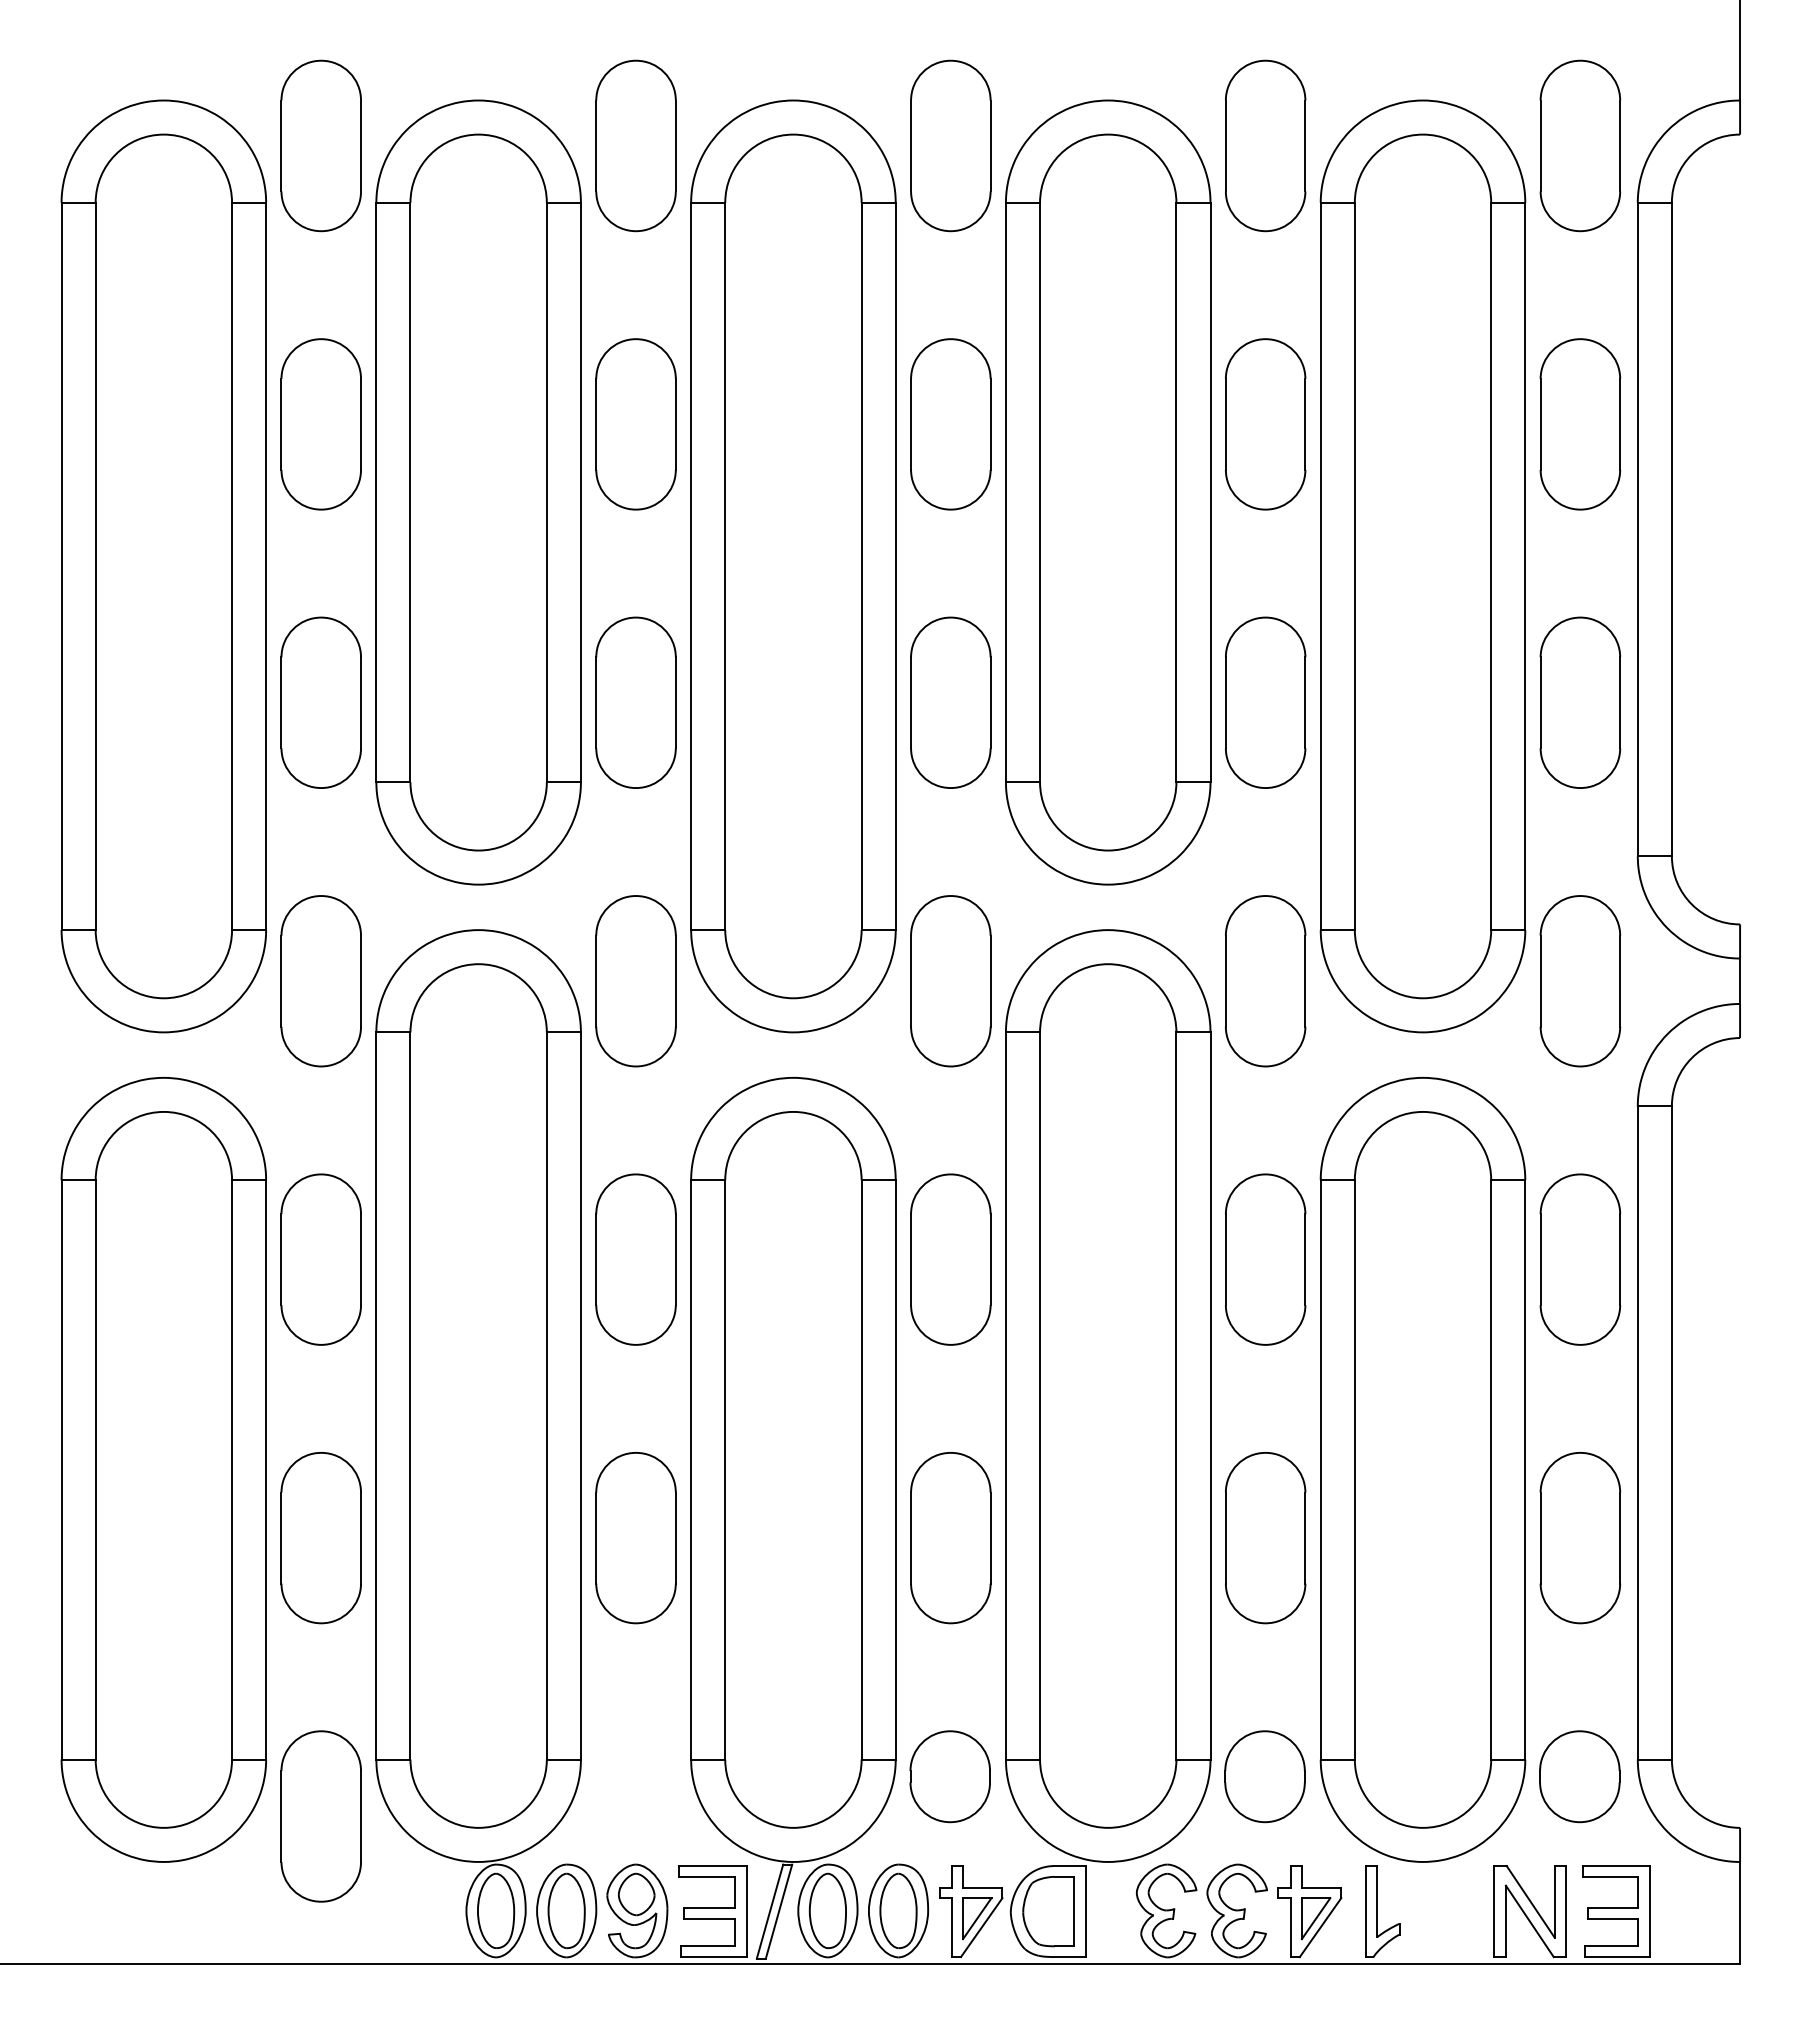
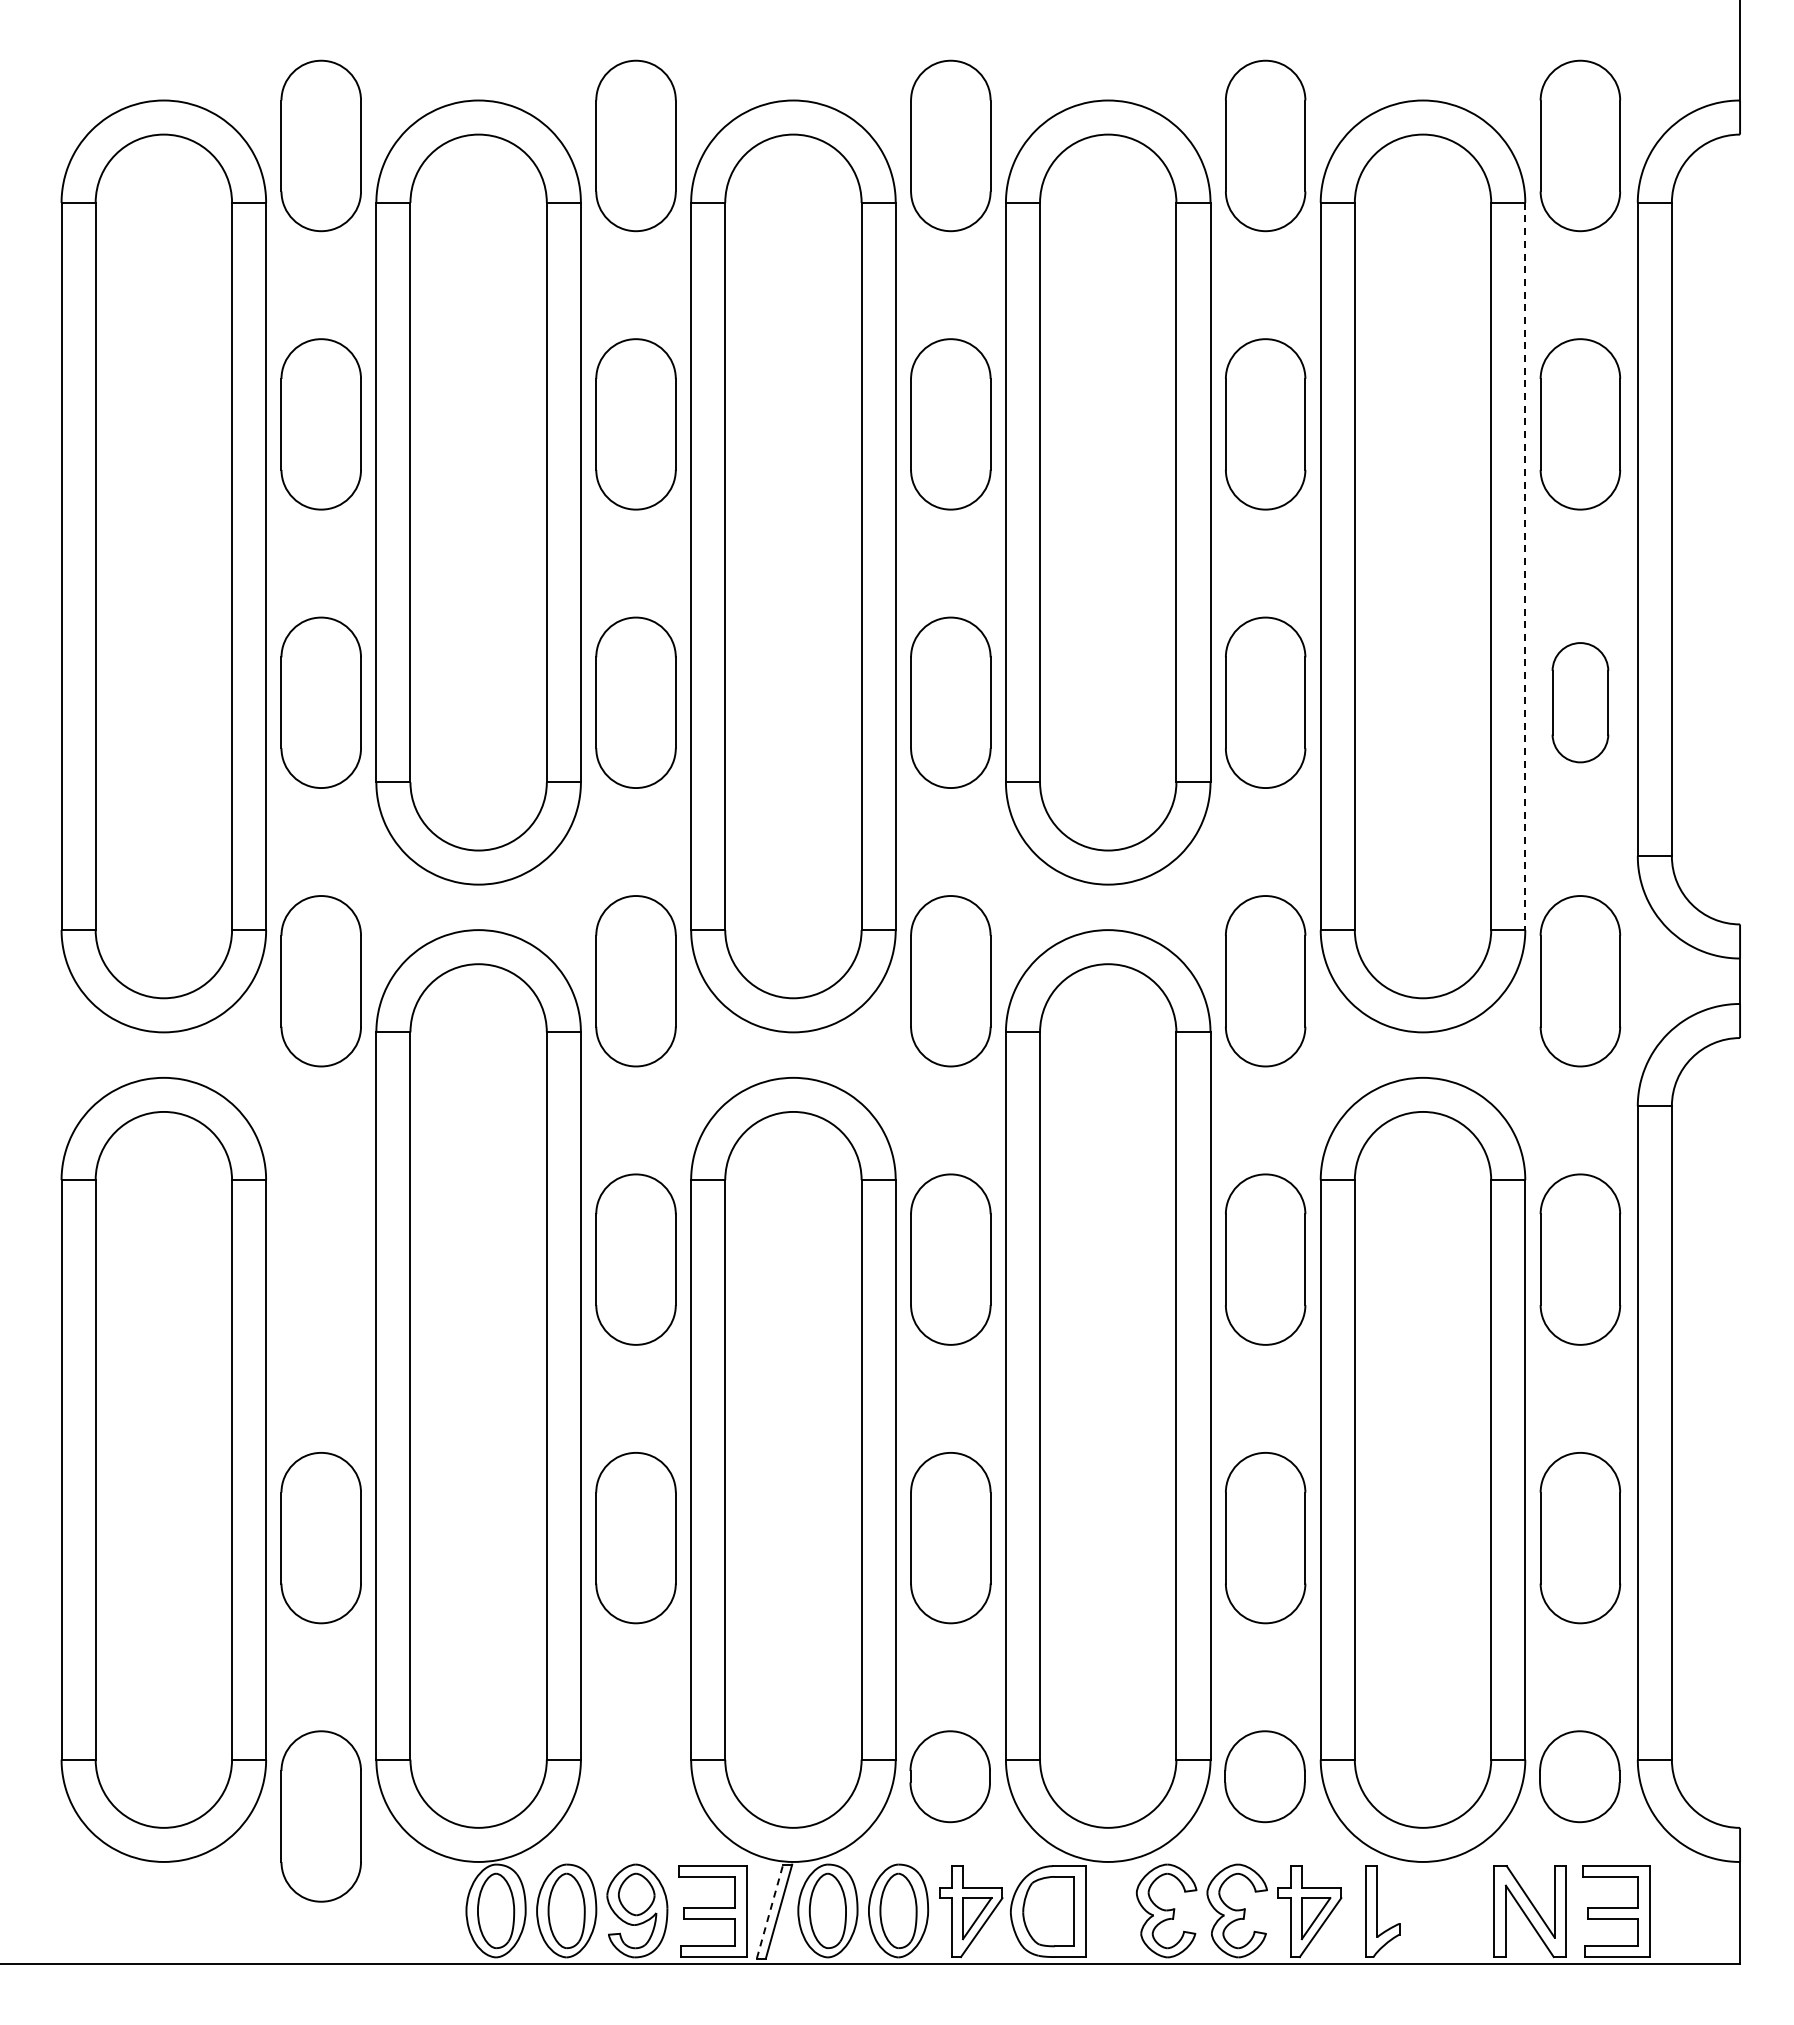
line at (1525, 566): solid -> dashed
part at (1580, 702) size: 83x173 px -> 59x122 px
part at (320, 1259): present -> none
line at (770, 1911): solid -> dashed
